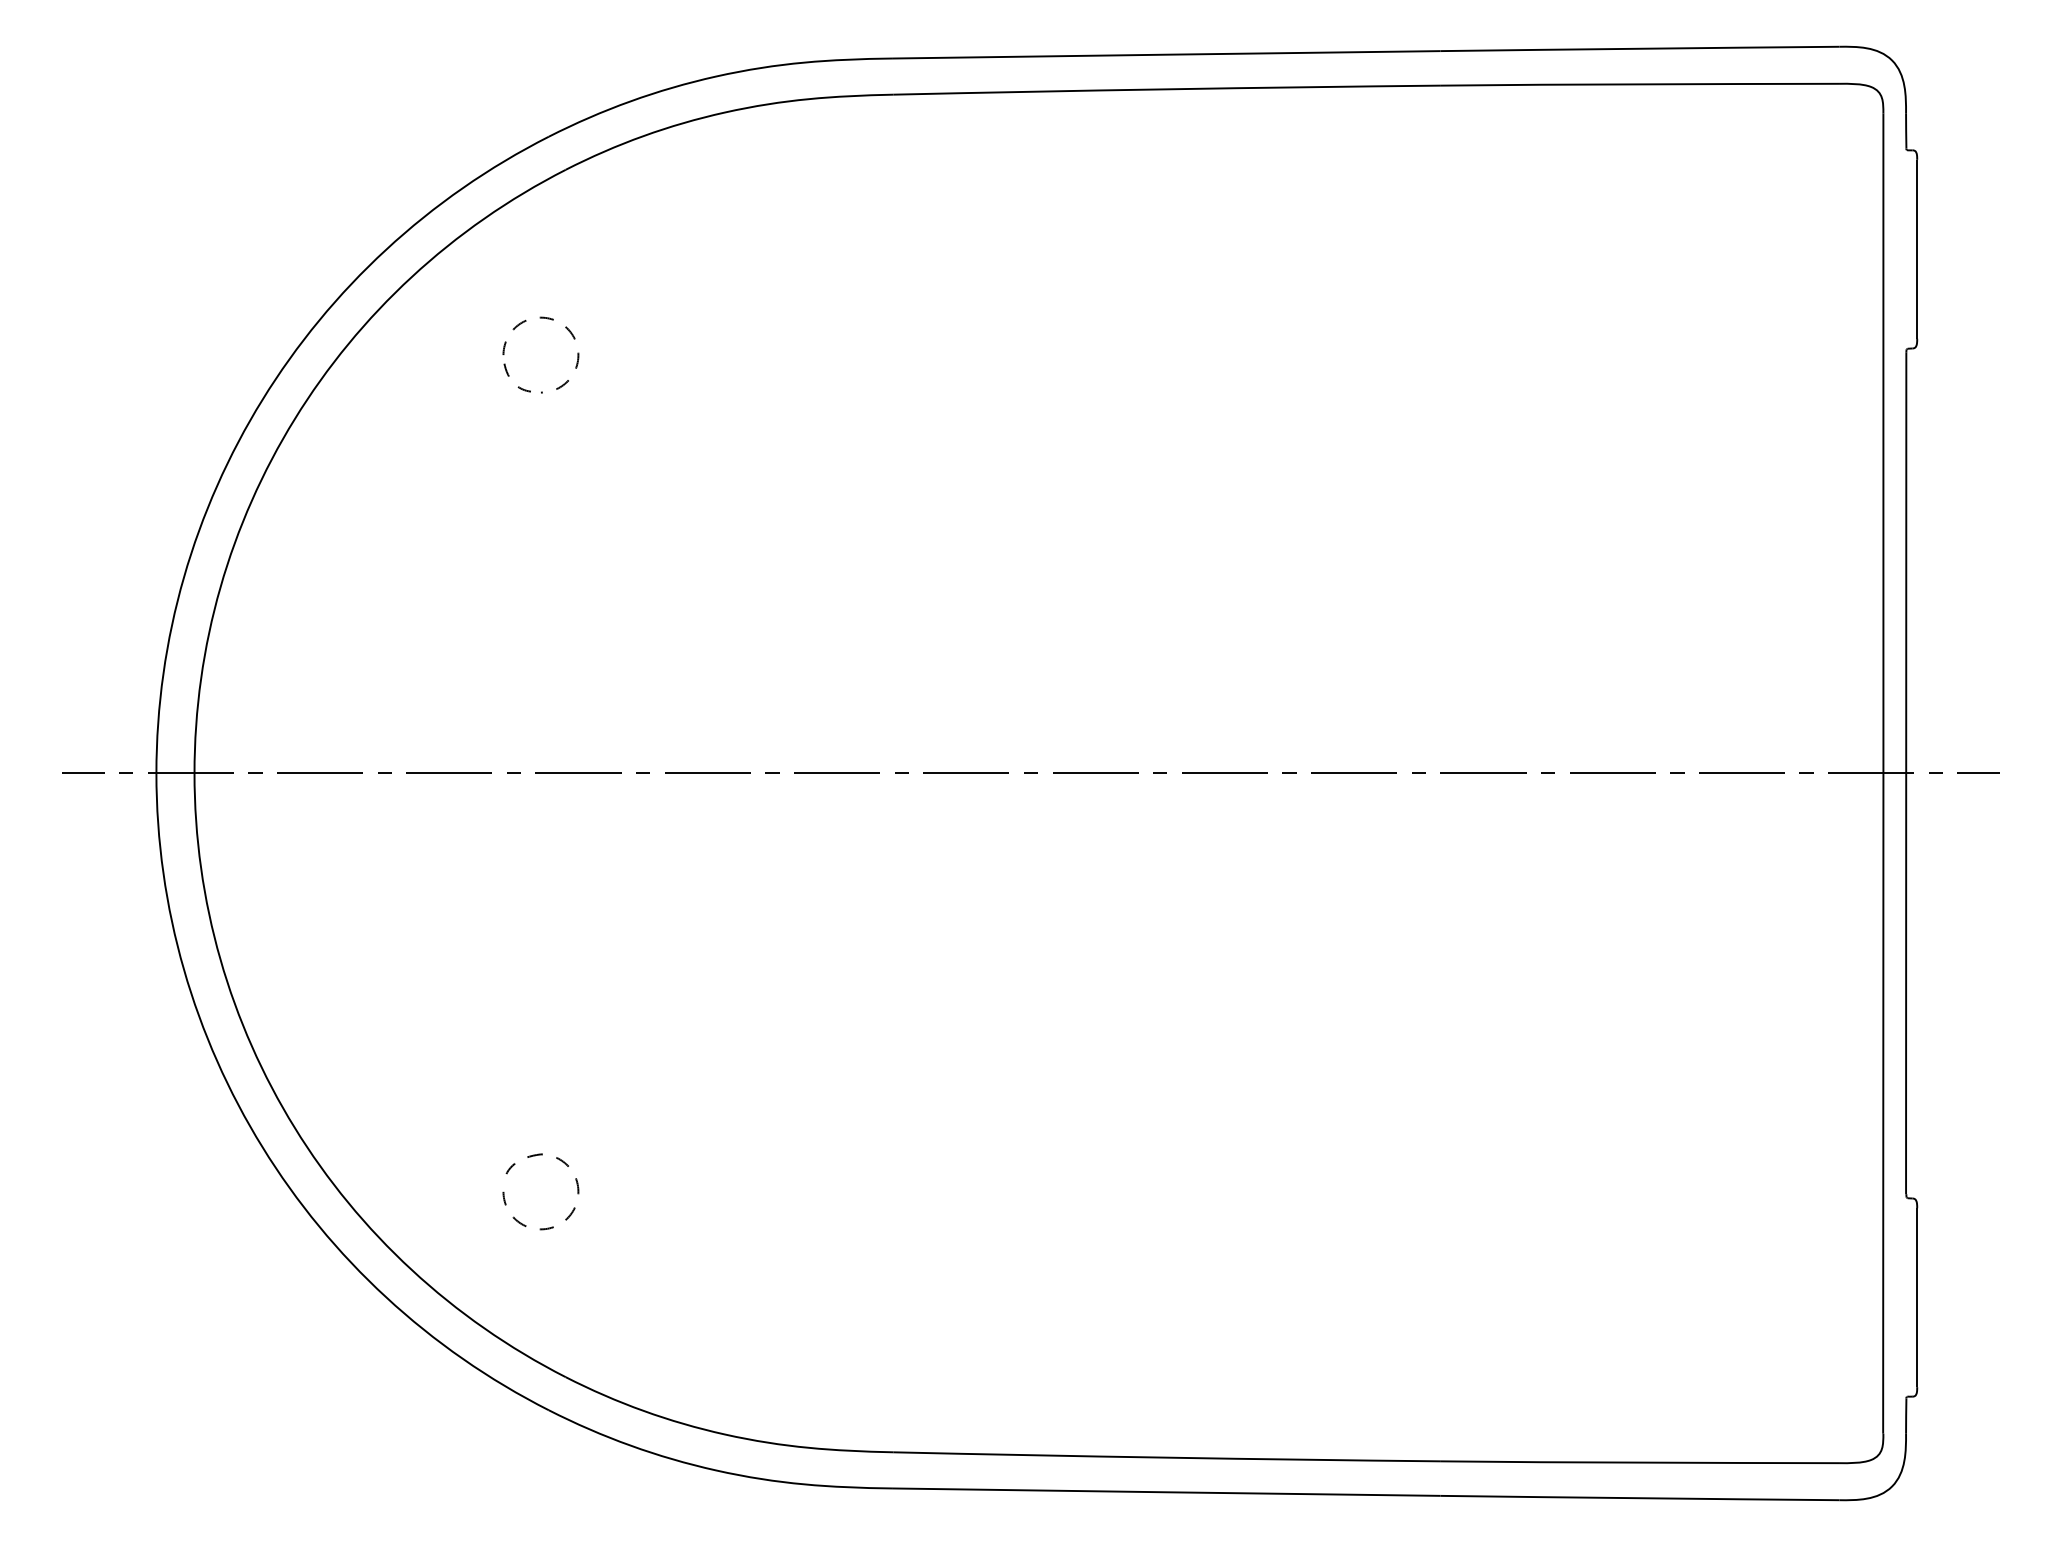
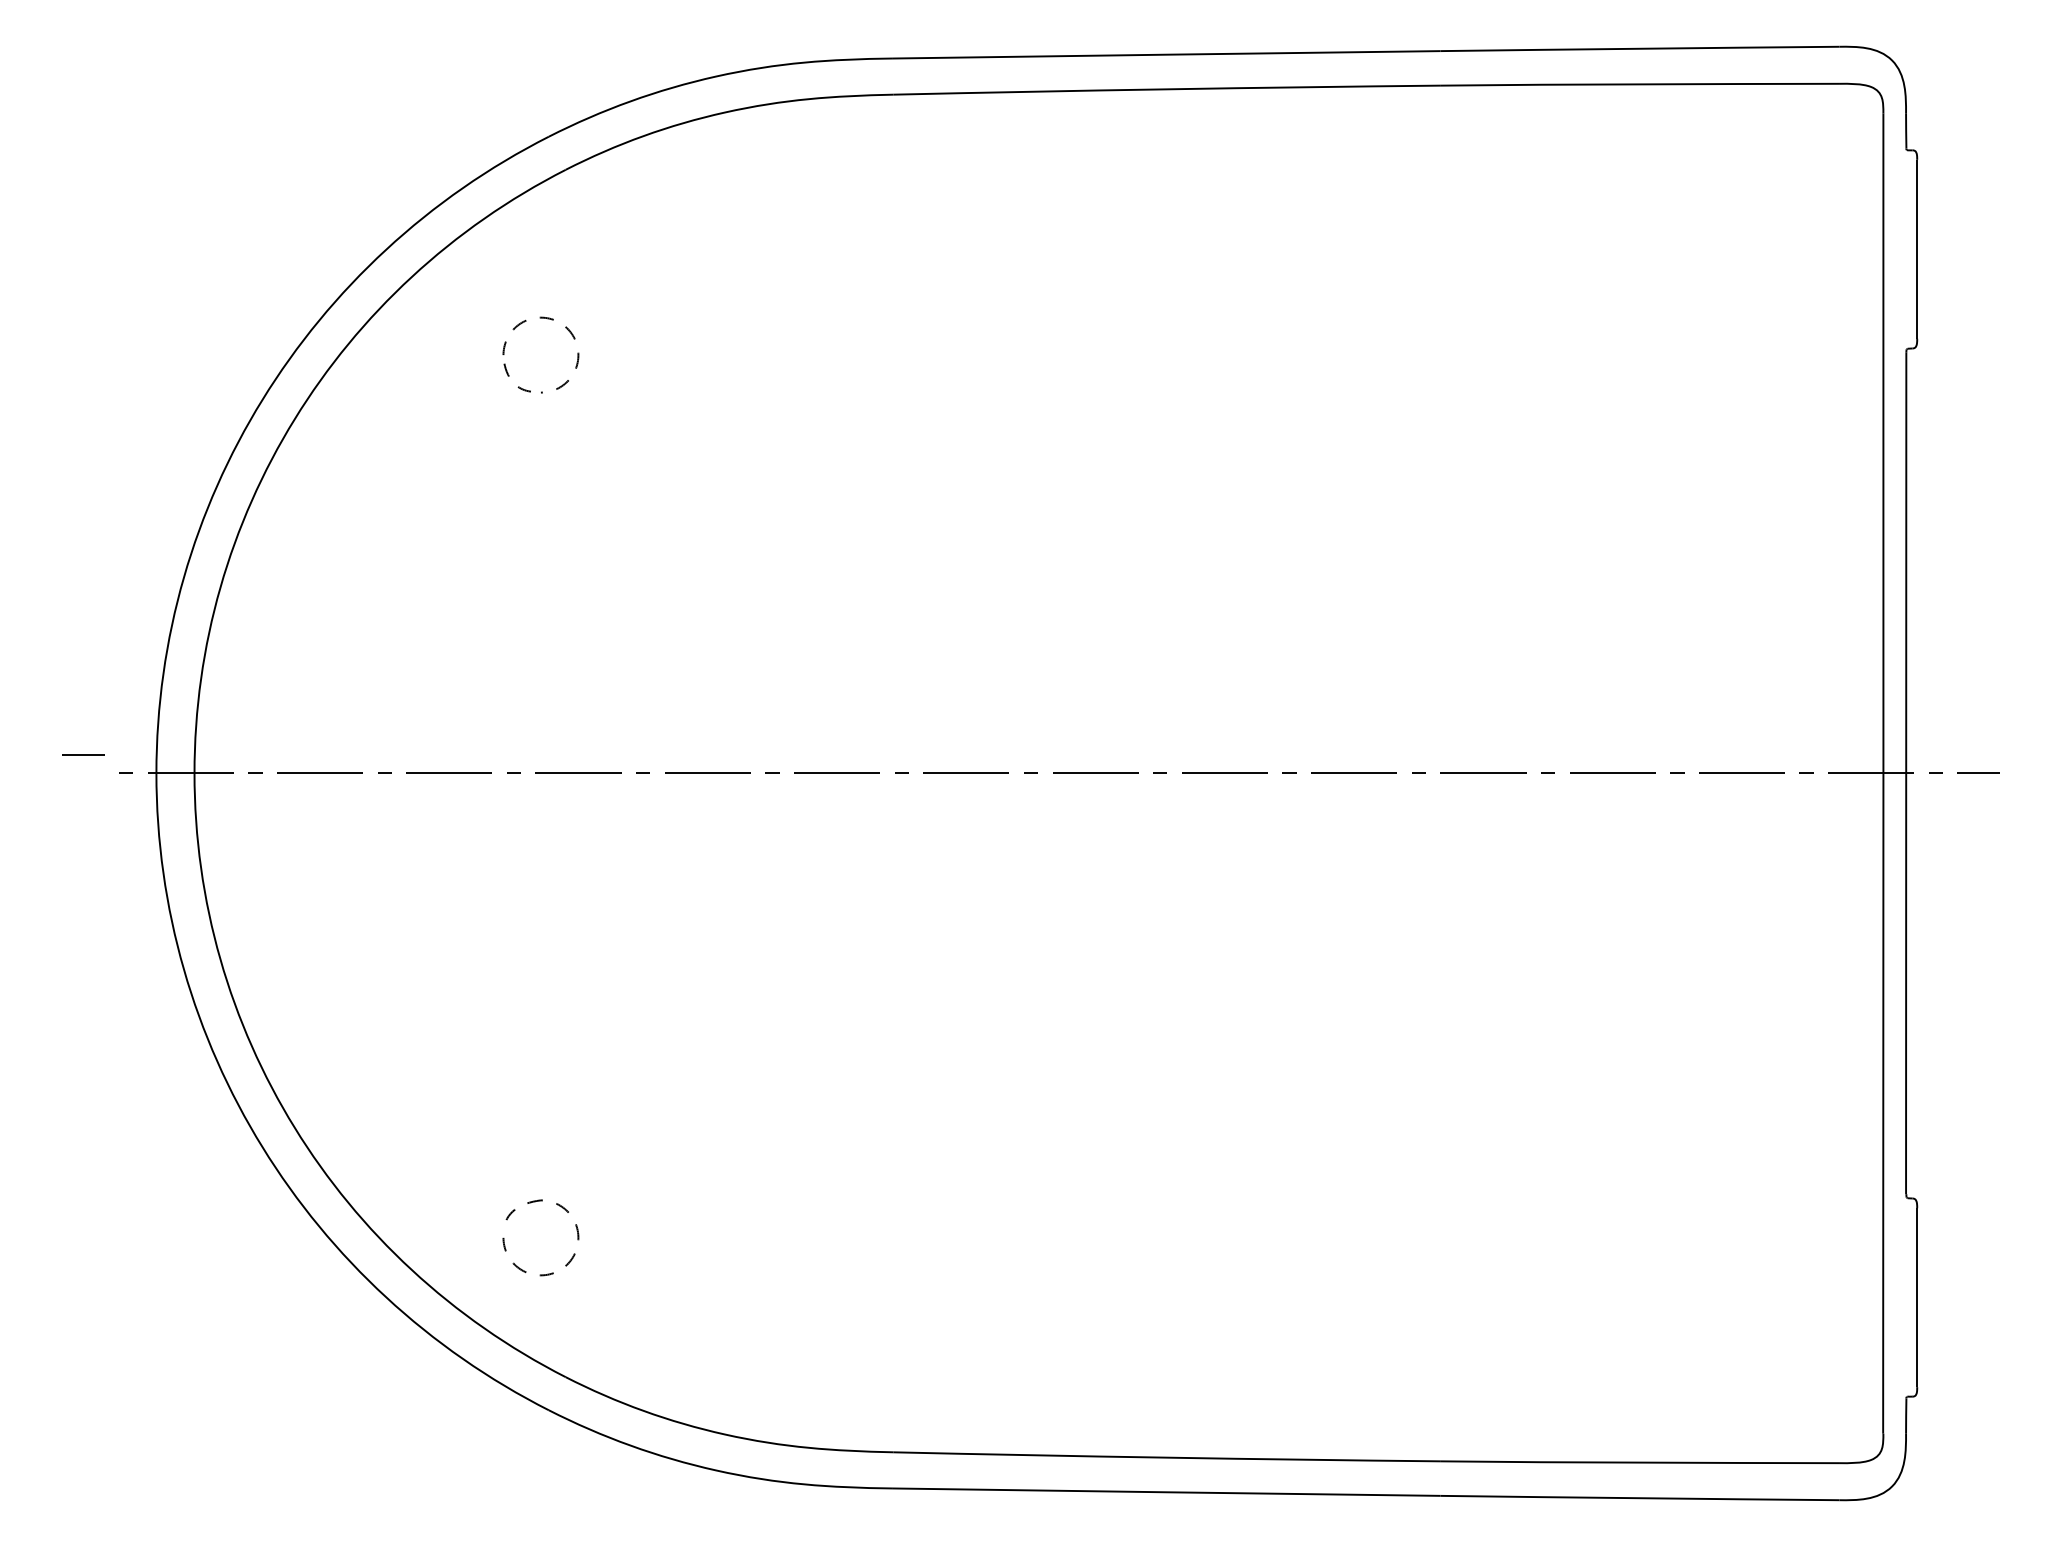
line at (83, 772) position: (83, 772) -> (83, 754)
part at (531, 1157) position: (531, 1157) -> (531, 1203)
